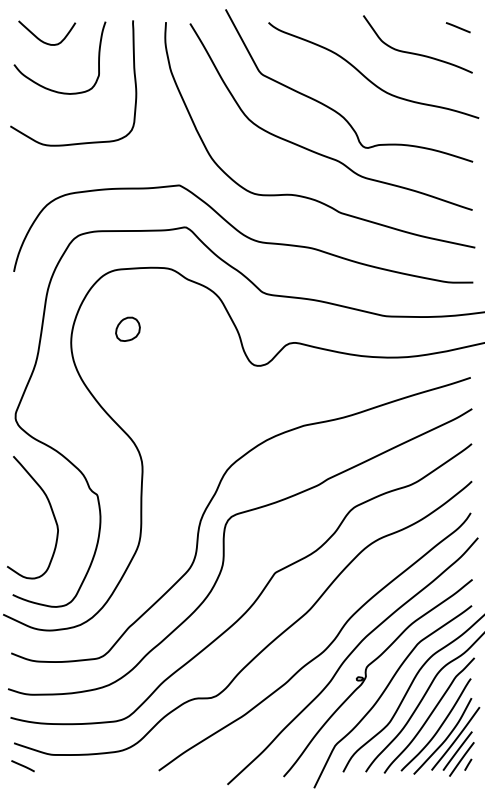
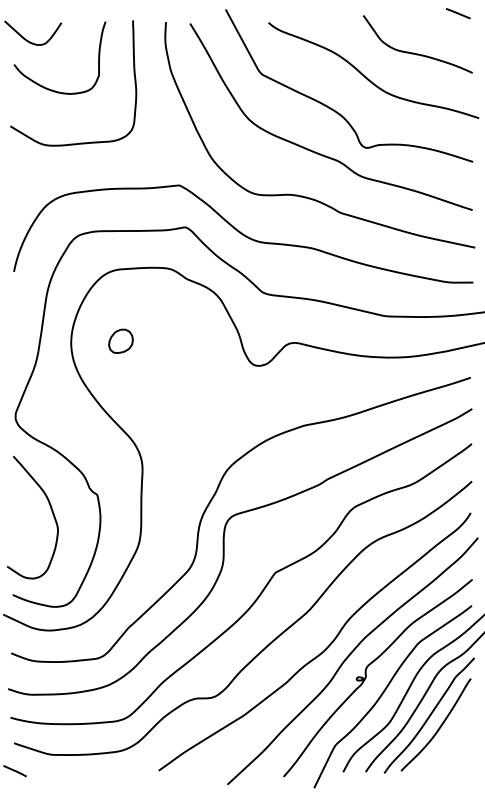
line at (457, 27) position: (457, 27) -> (457, 13)
curve at (42, 40) position: (42, 40) -> (28, 40)
part at (127, 328) position: (127, 328) -> (120, 340)
part at (446, 737): present -> none
line at (22, 766) position: (22, 766) -> (14, 771)
